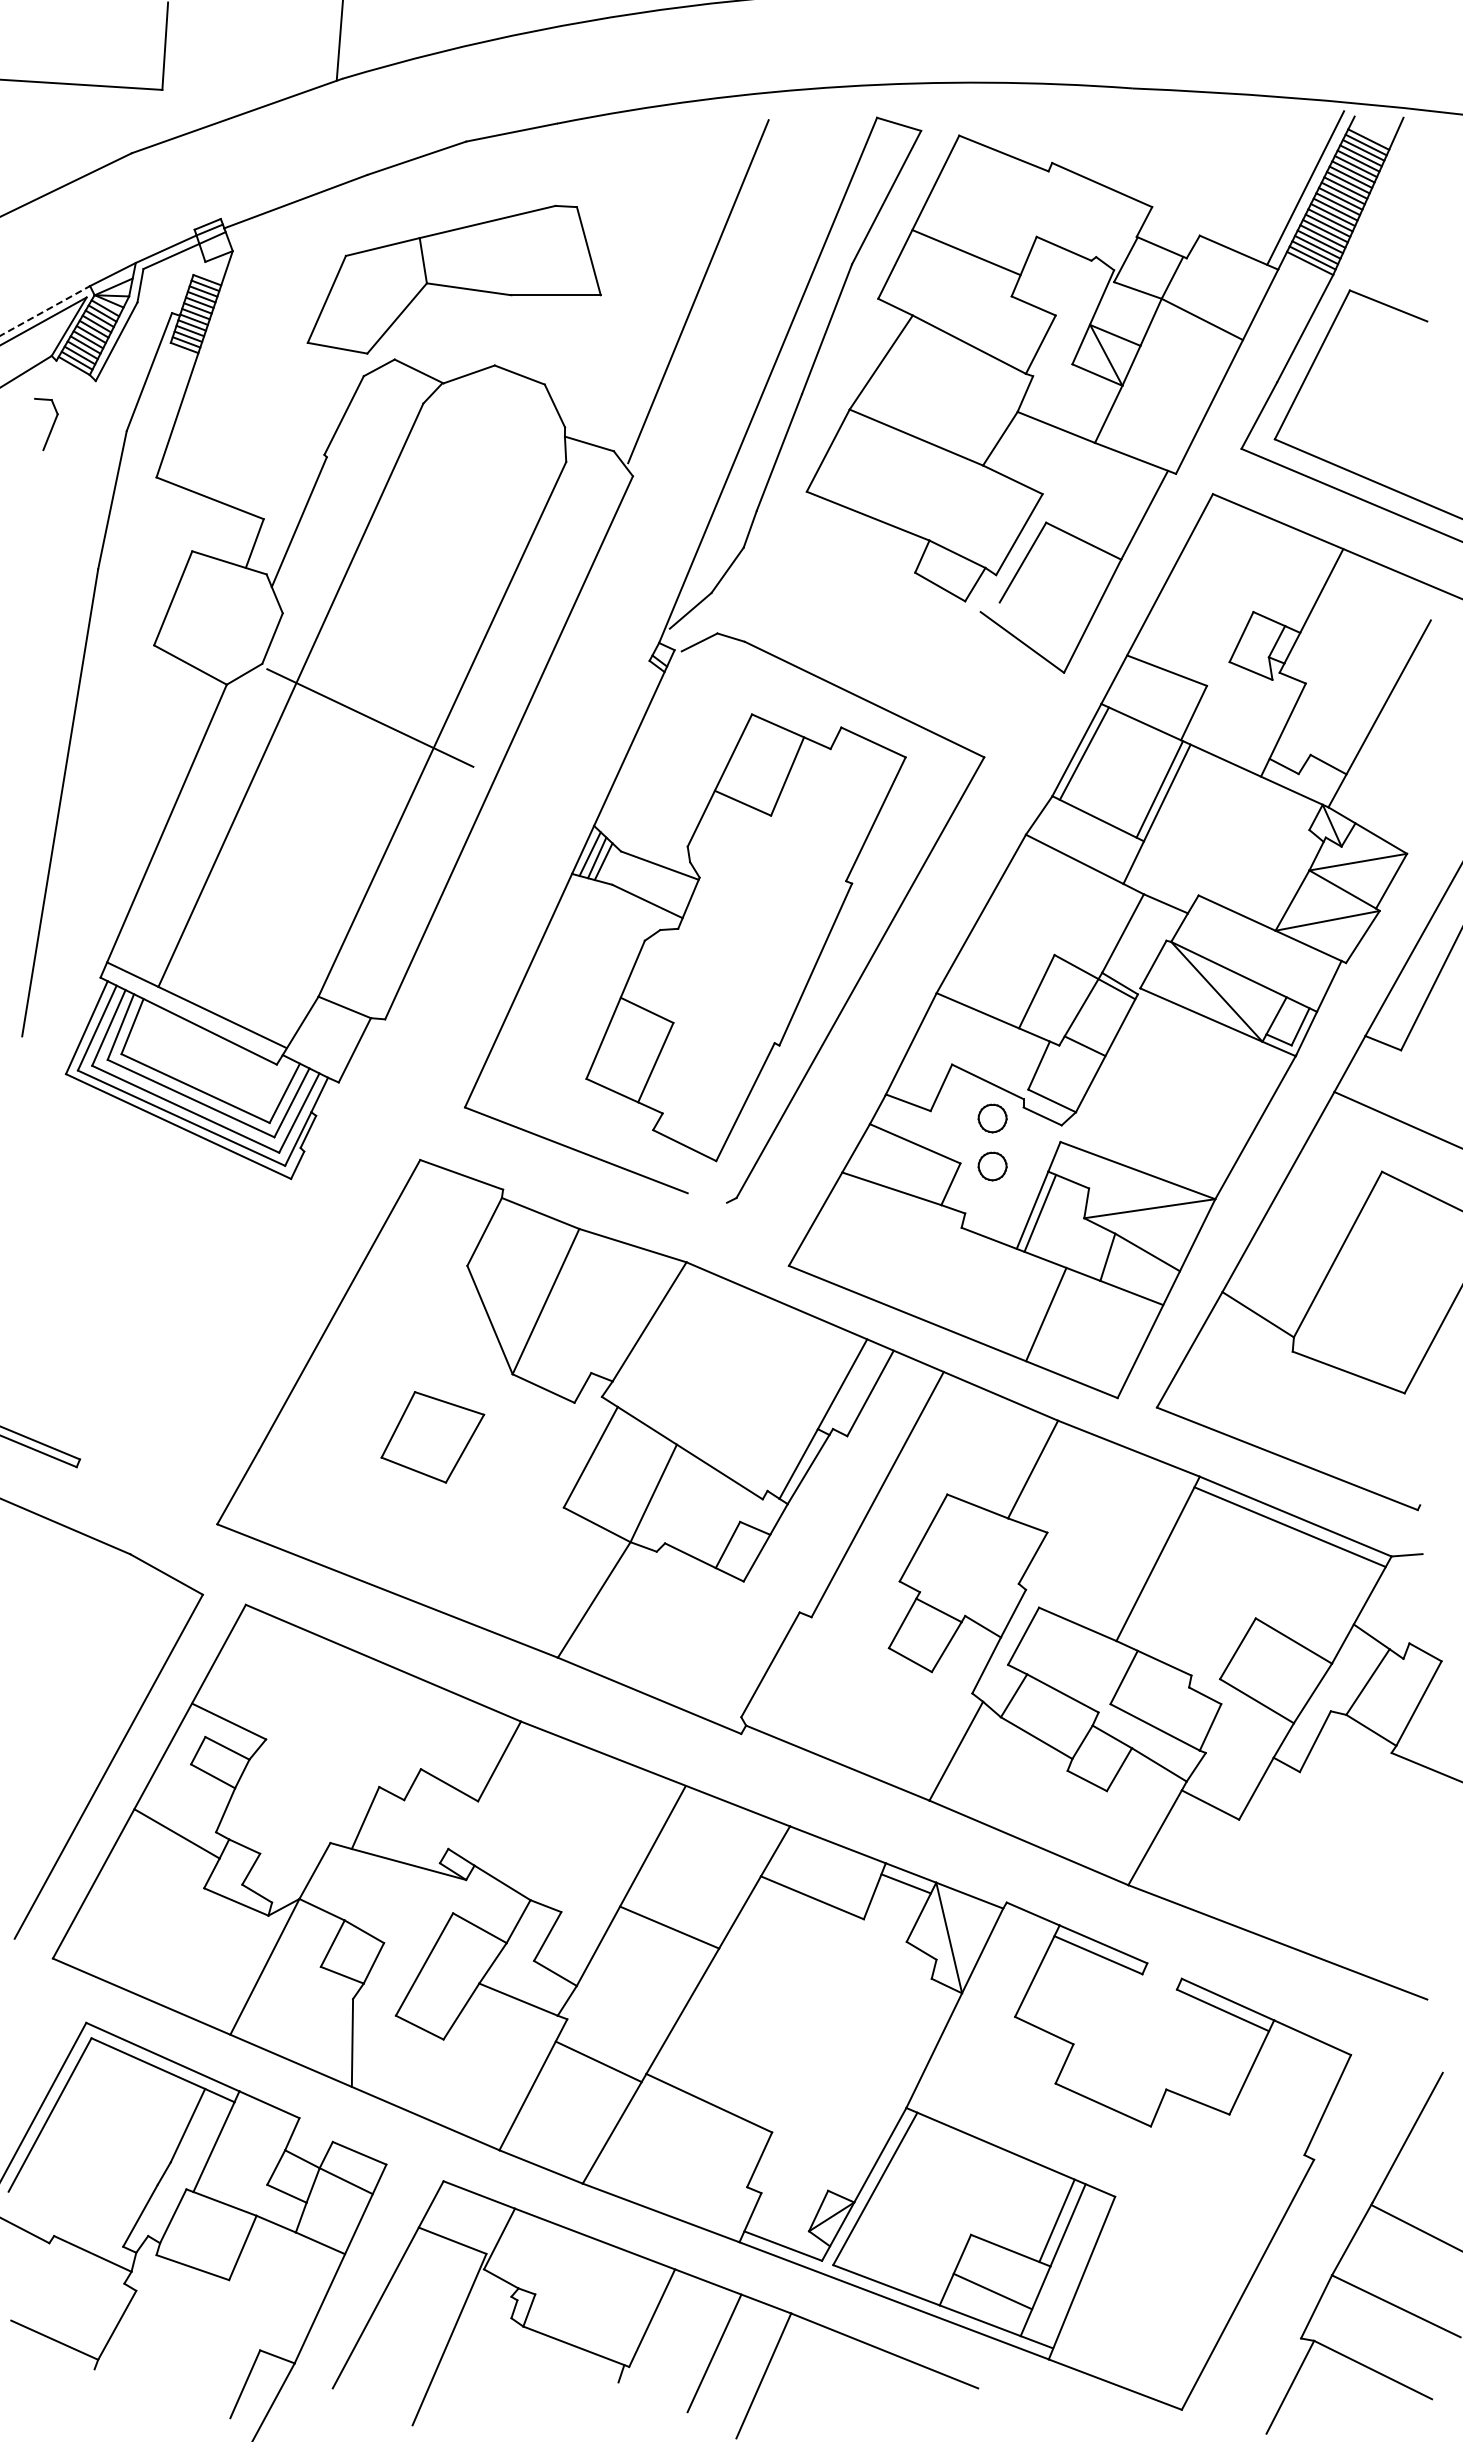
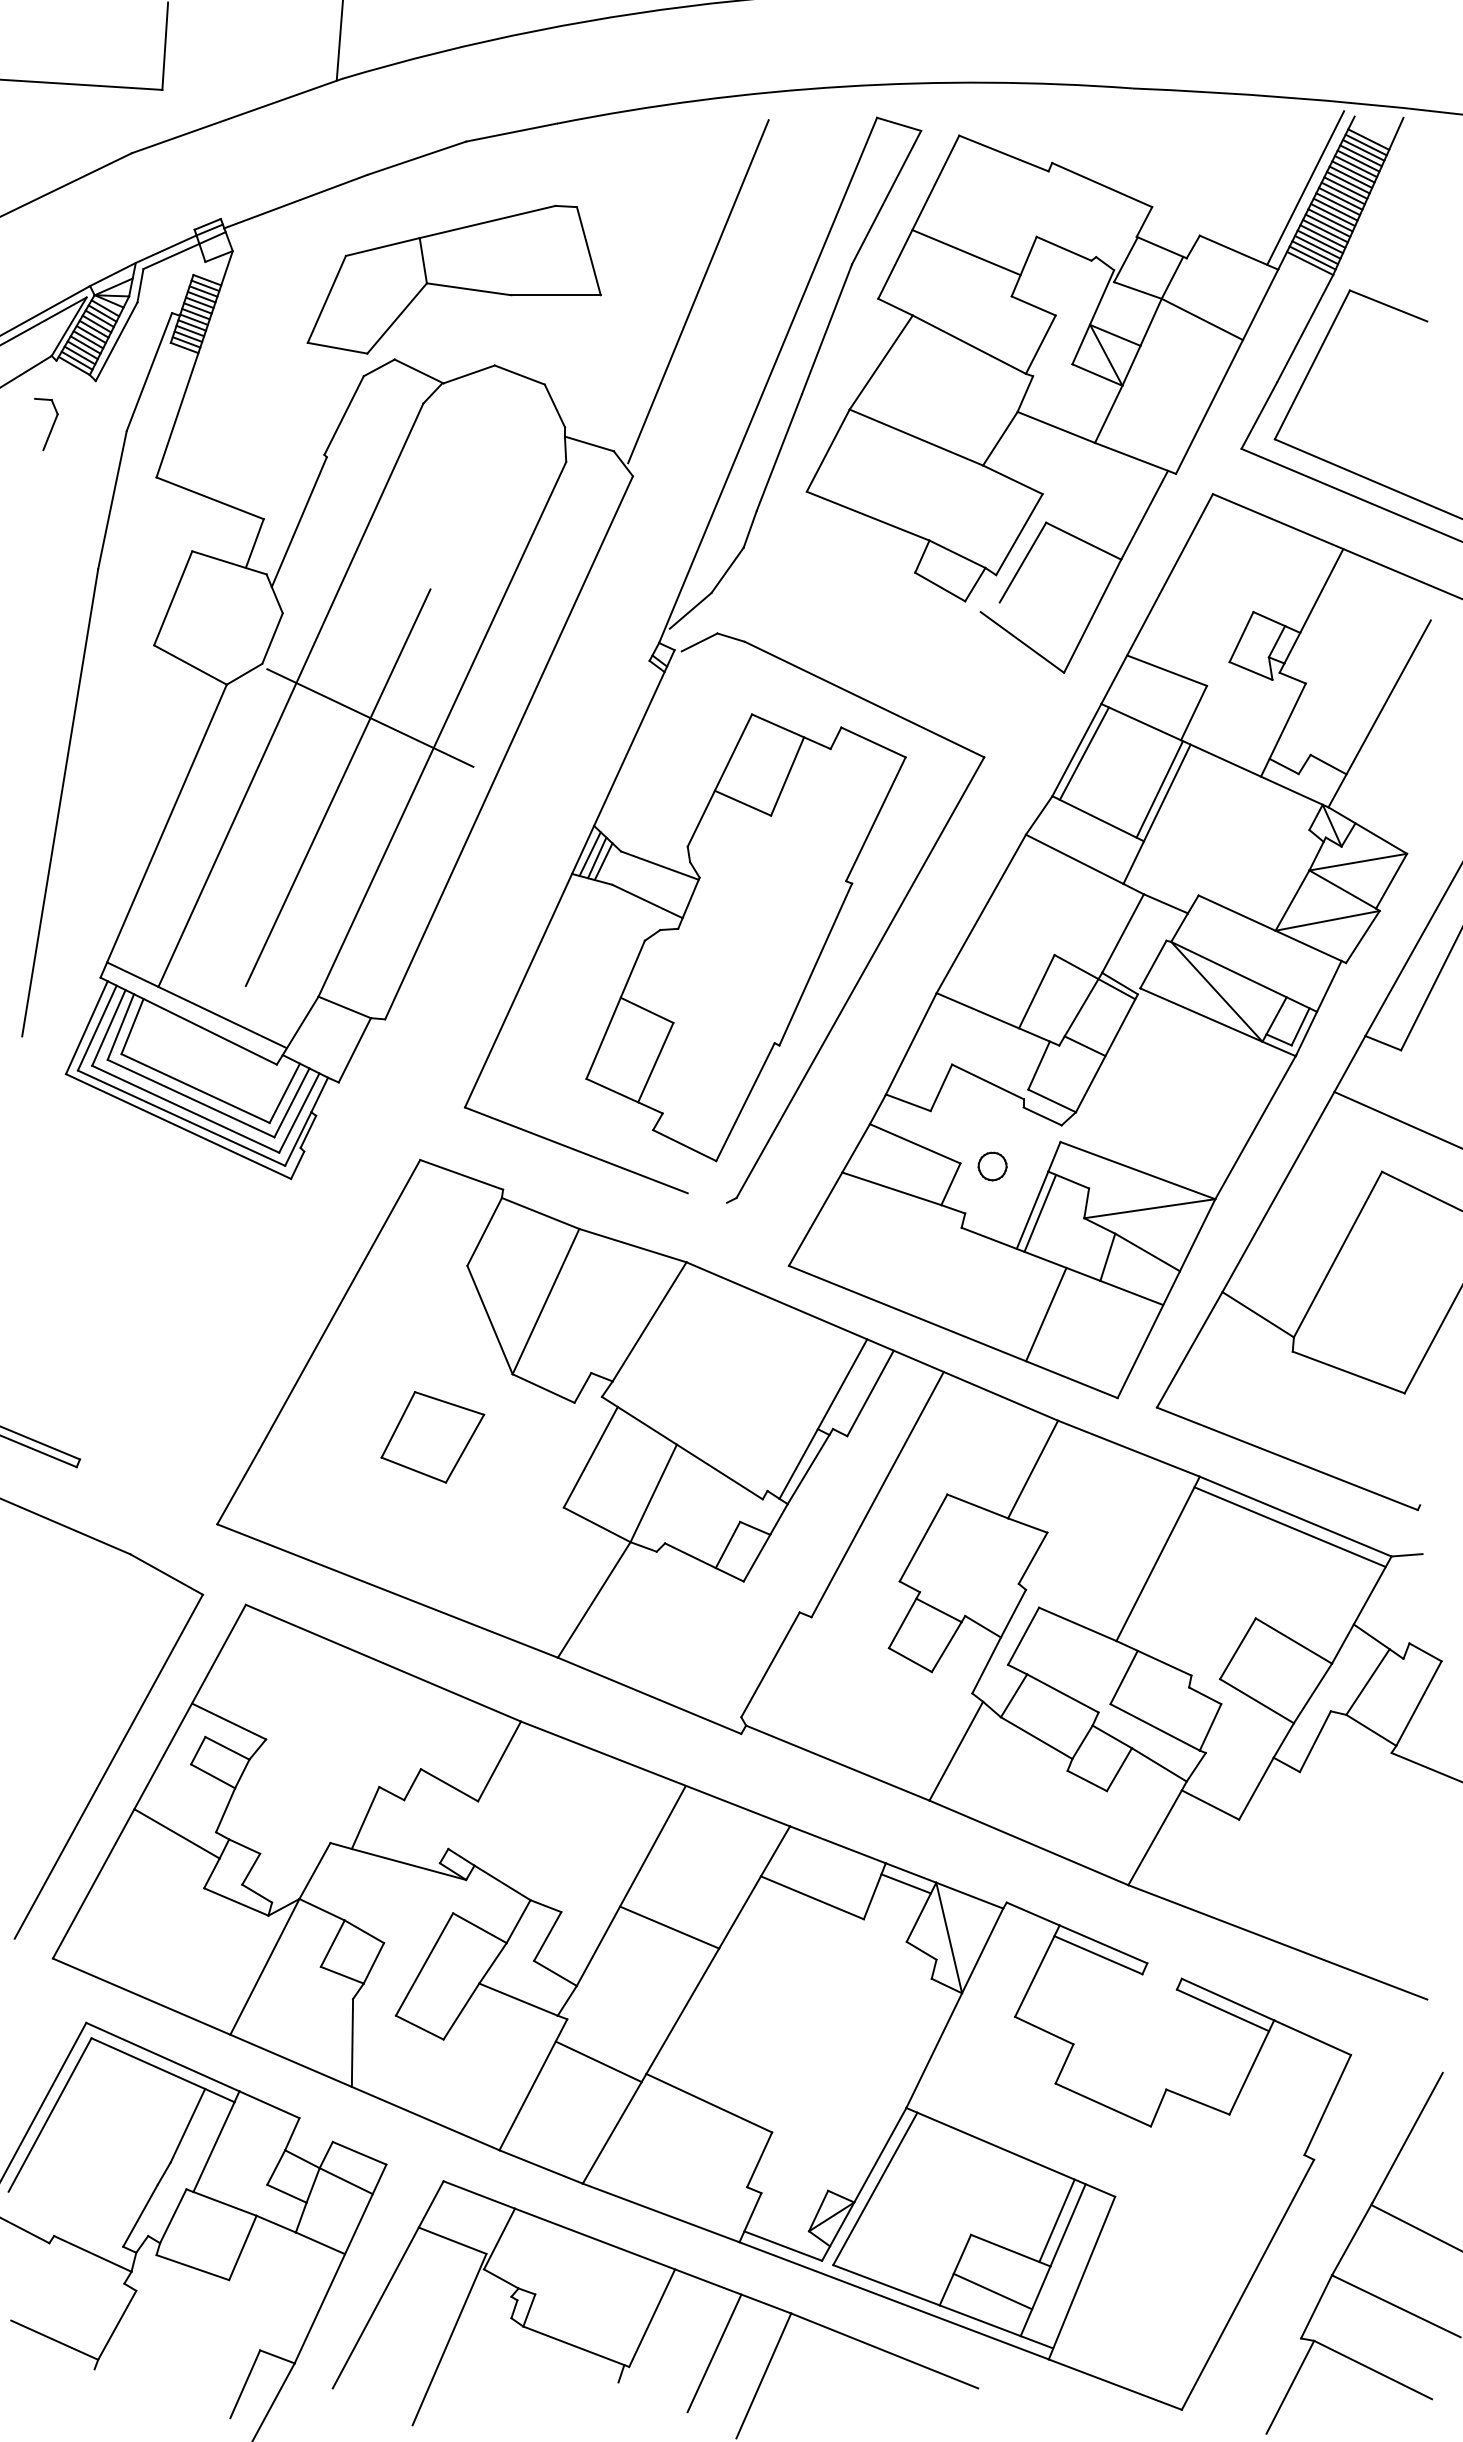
line at (45, 310): dashed -> solid
line at (337, 787): none -> present
part at (992, 1118): present -> none
